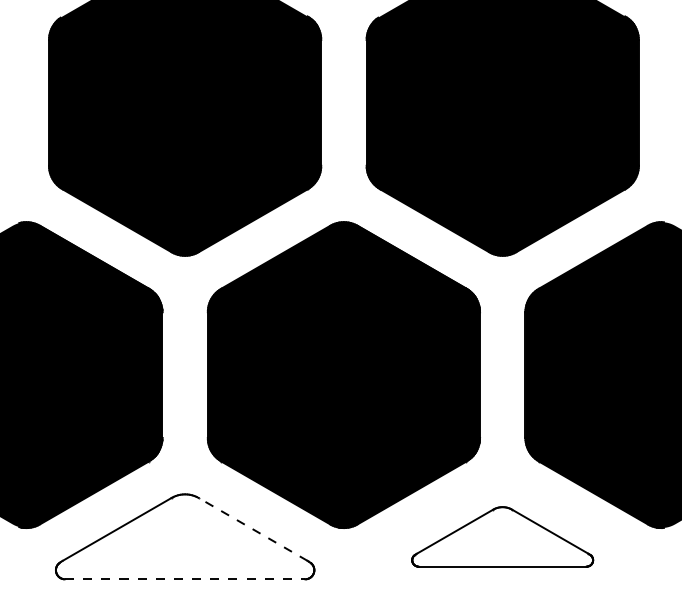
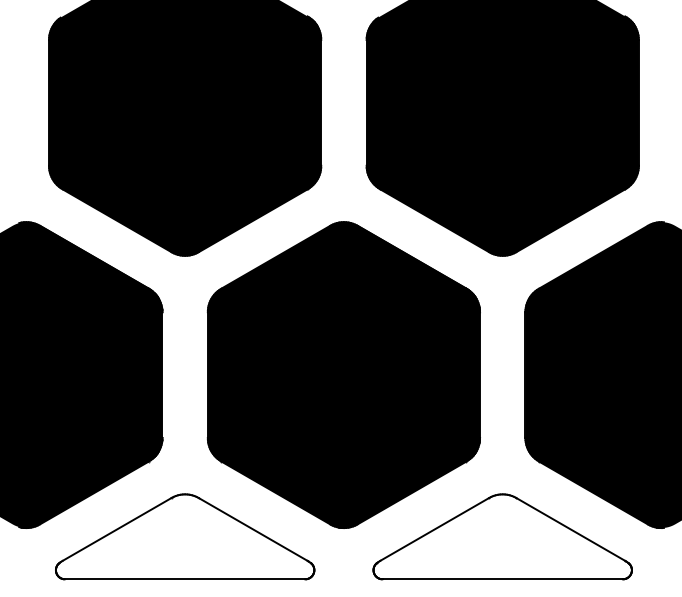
line at (253, 529): dashed -> solid
part at (502, 536) size: 184x62 px -> 261x88 px
line at (185, 579): dashed -> solid
